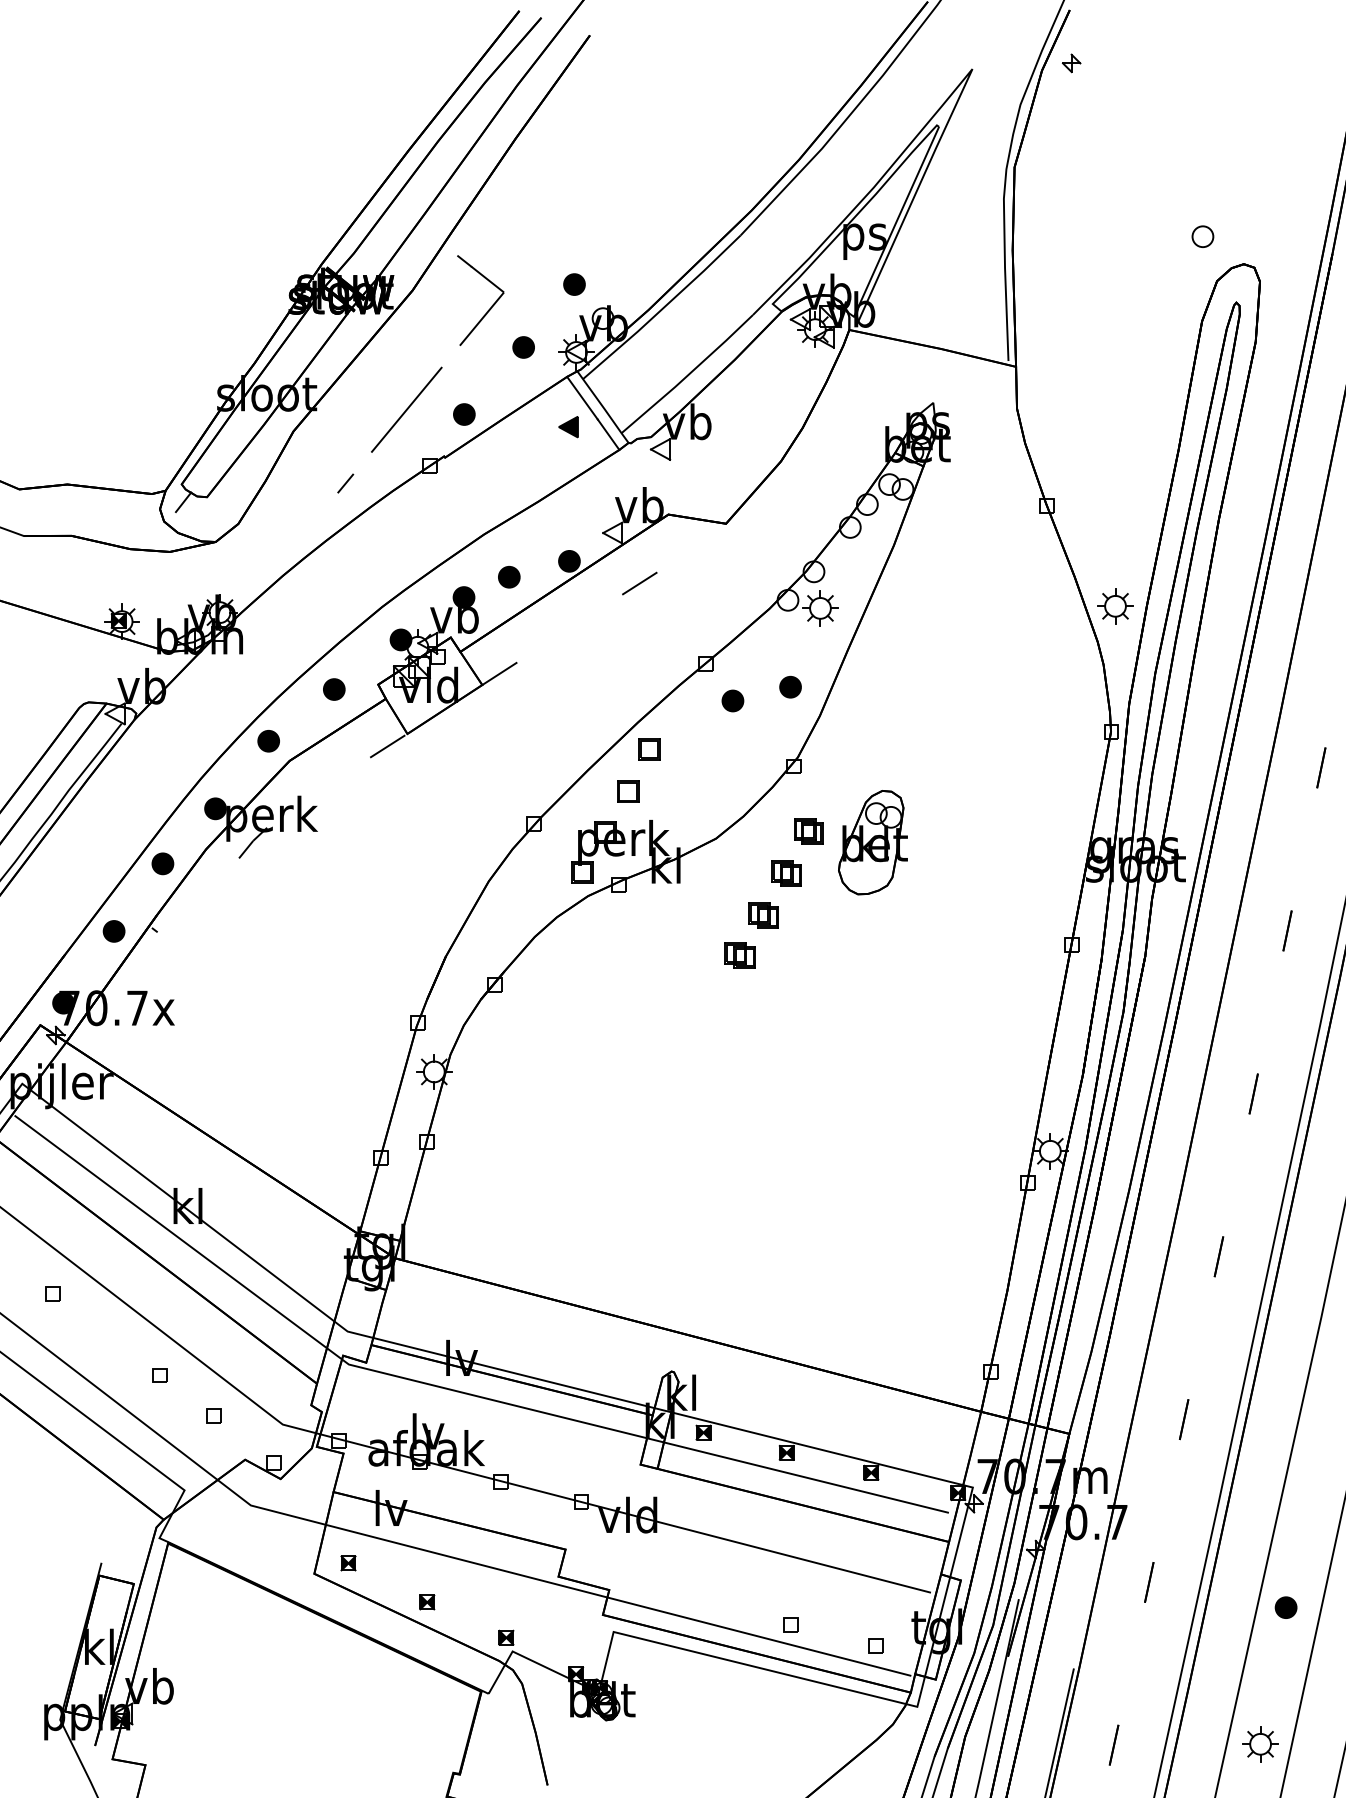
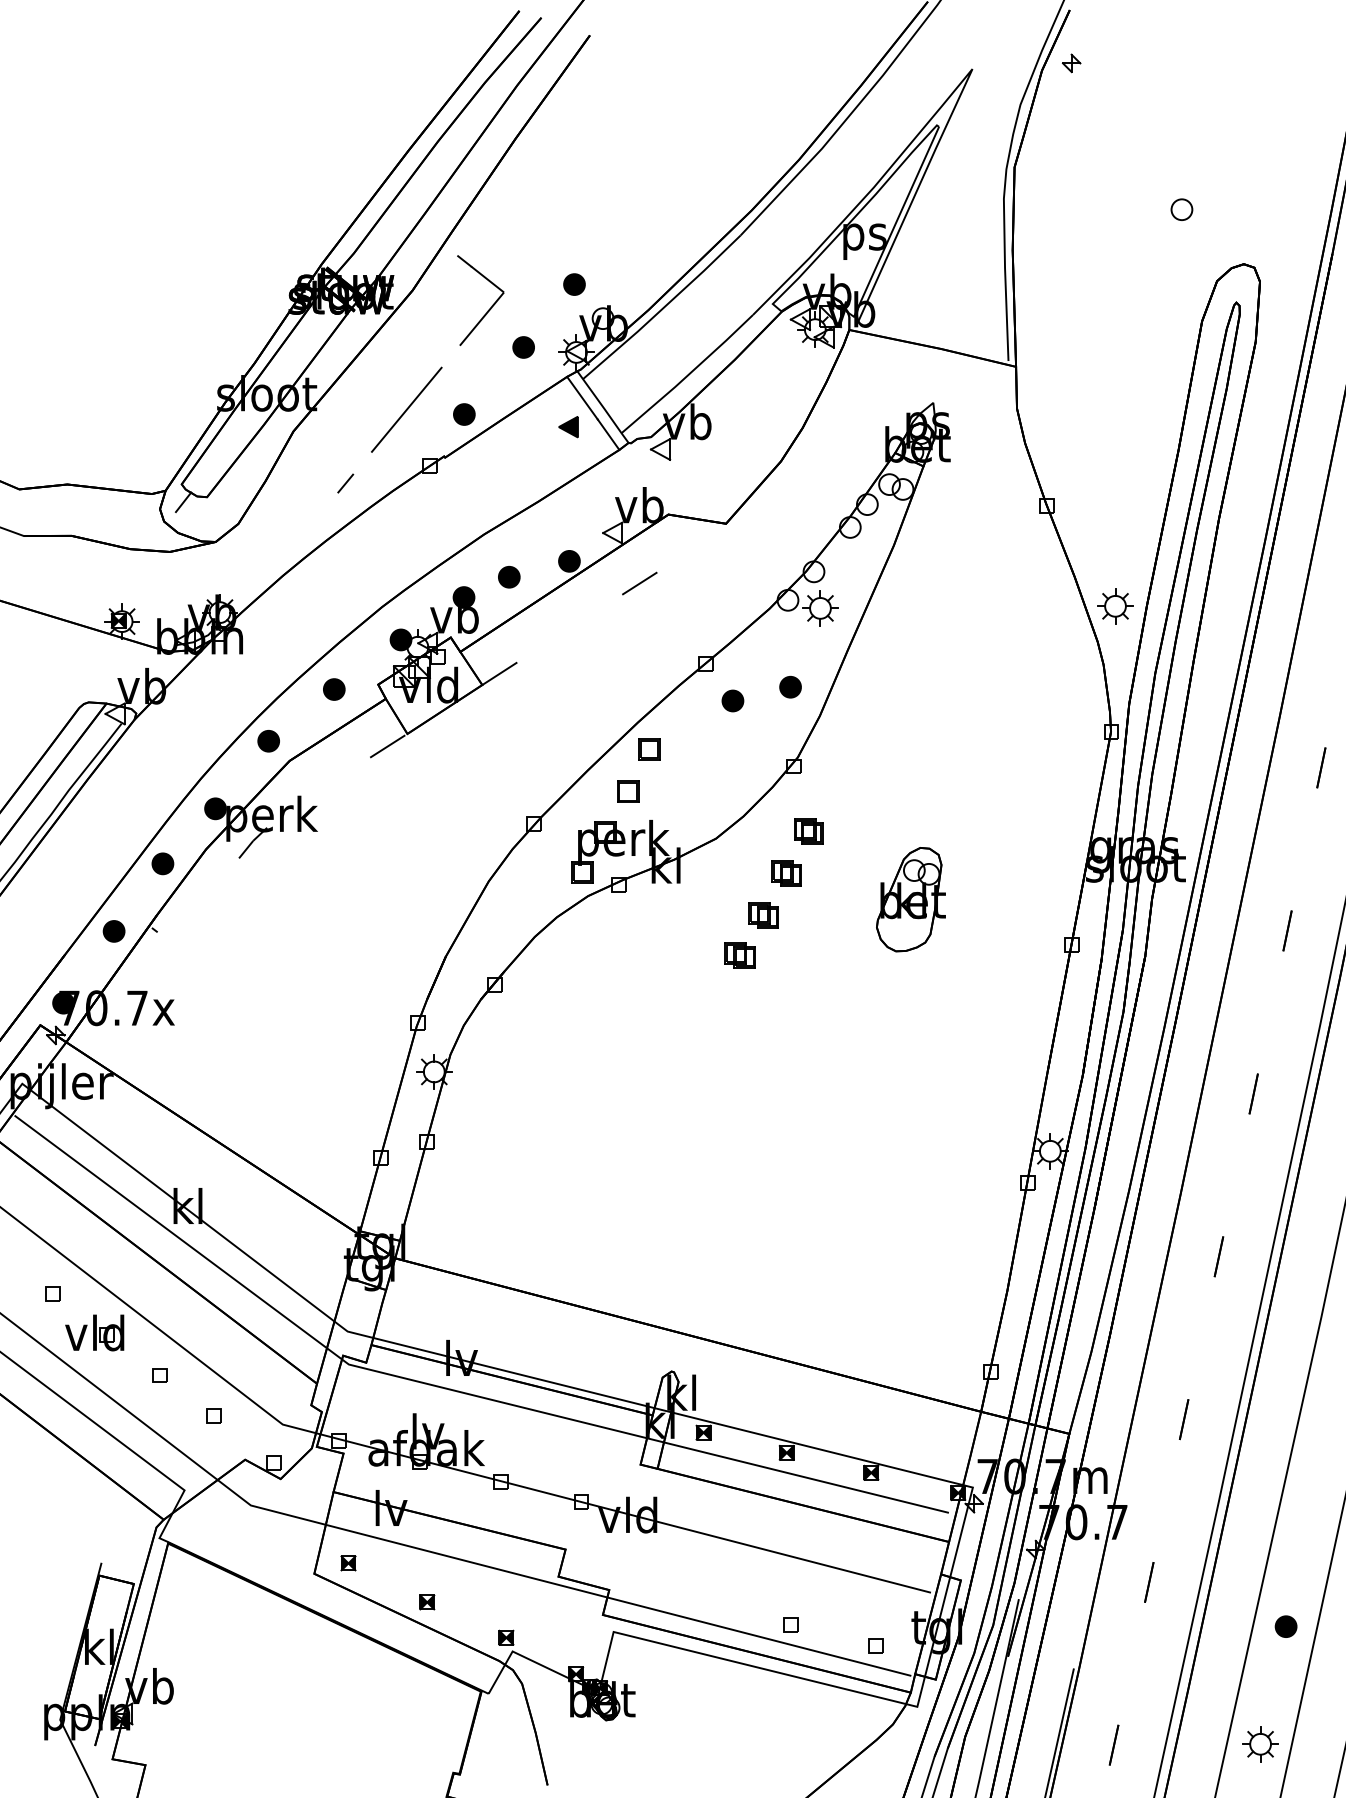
part at (1202, 236) position: (1202, 236) -> (1181, 209)
part at (872, 842) position: (872, 842) -> (910, 899)
part at (94, 1332): none -> present
part at (1285, 1607) position: (1285, 1607) -> (1285, 1626)
